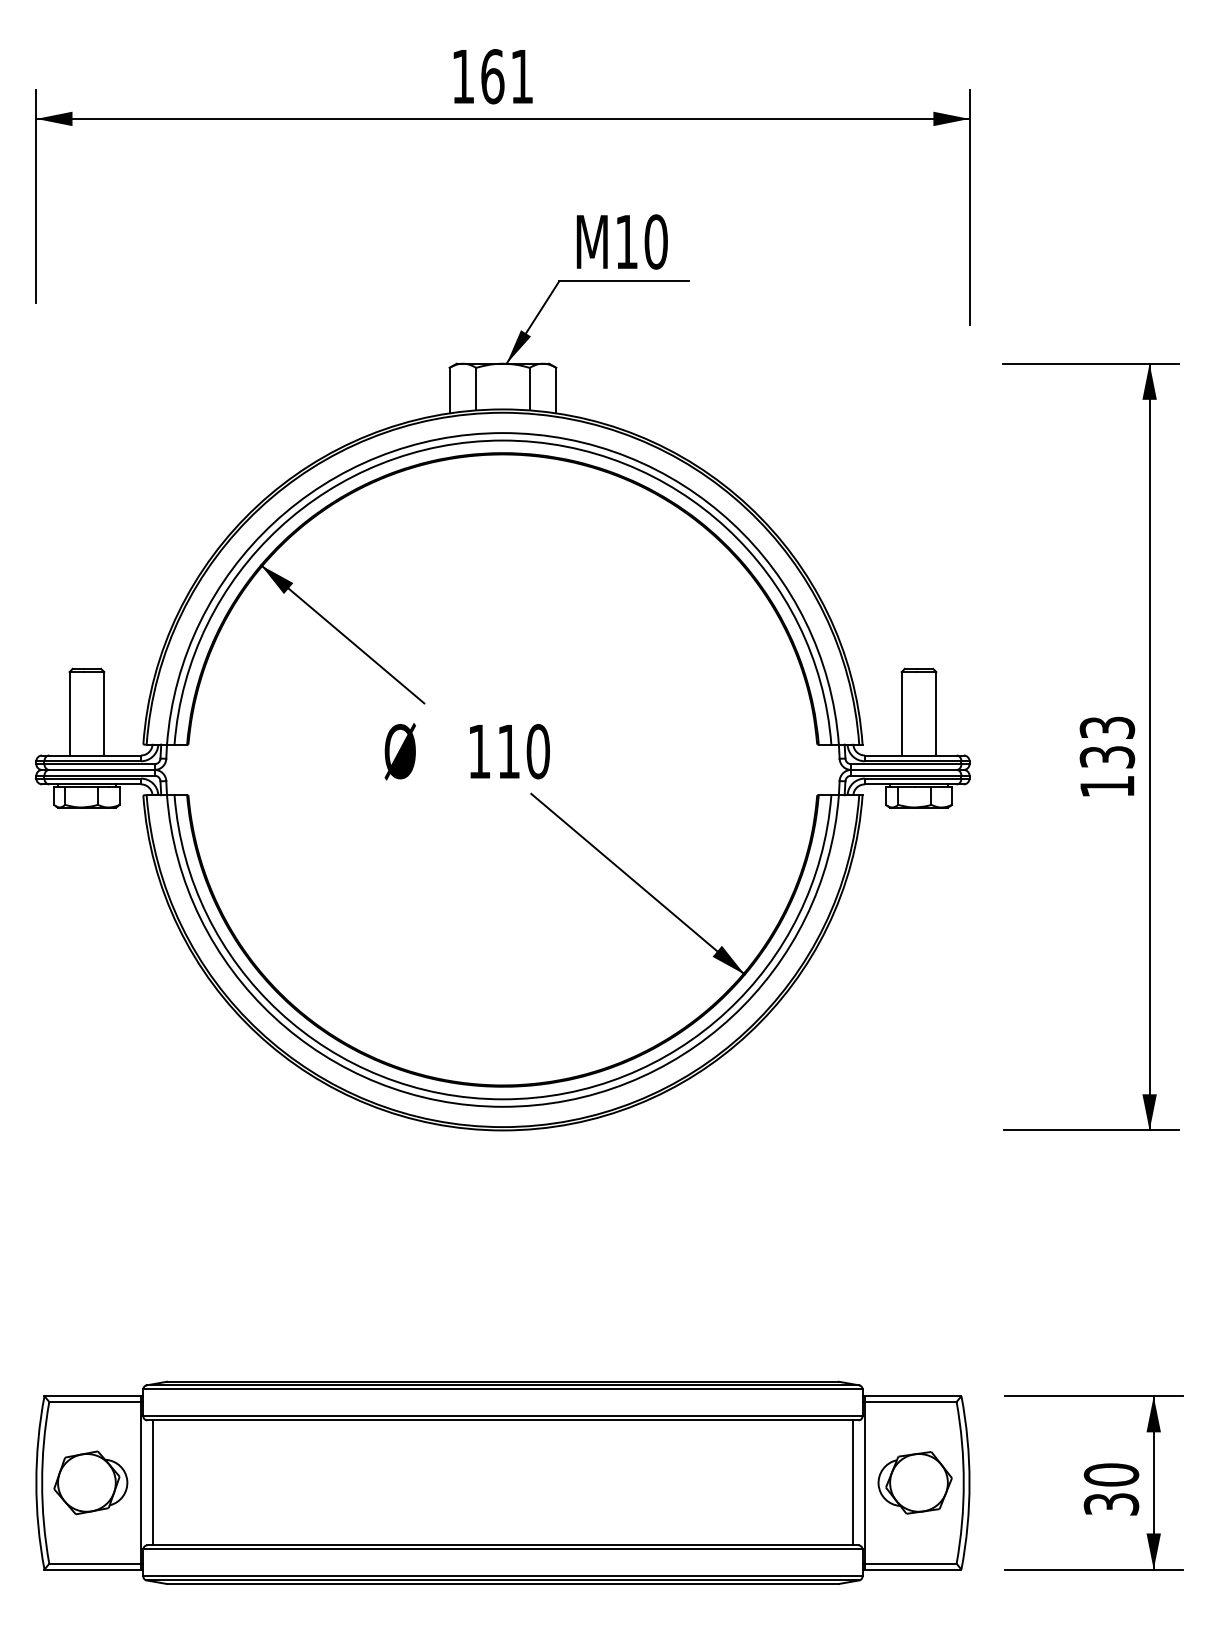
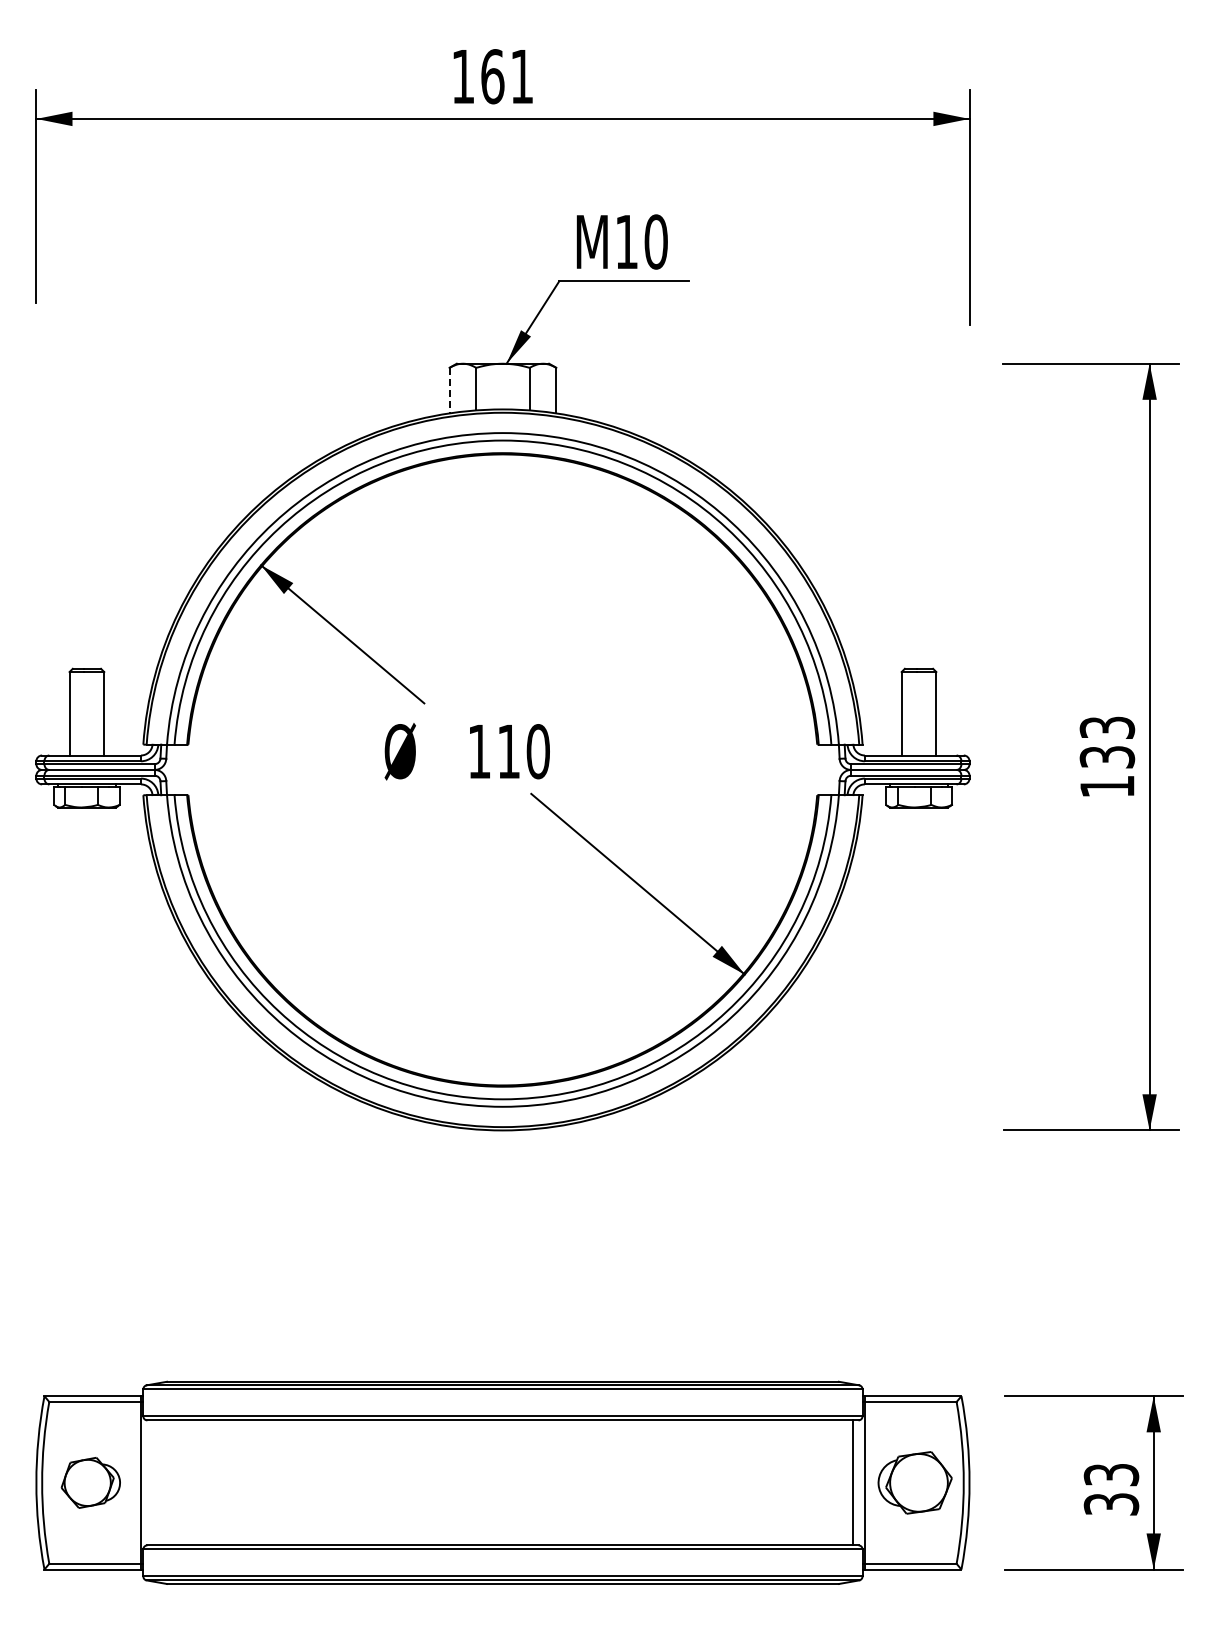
line at (449, 390): solid -> dashed
text at (1111, 1474): 30 -> 33
part at (90, 1482) size: 76x66 px -> 61x52 px
line at (152, 1482): present -> none
